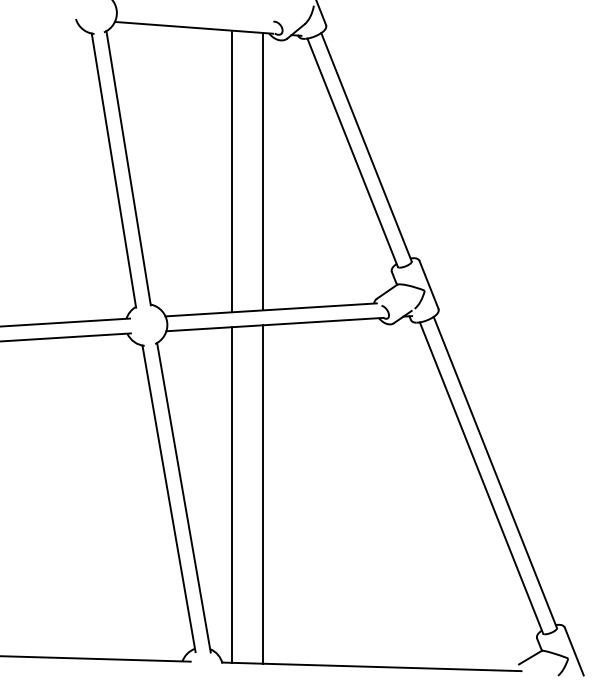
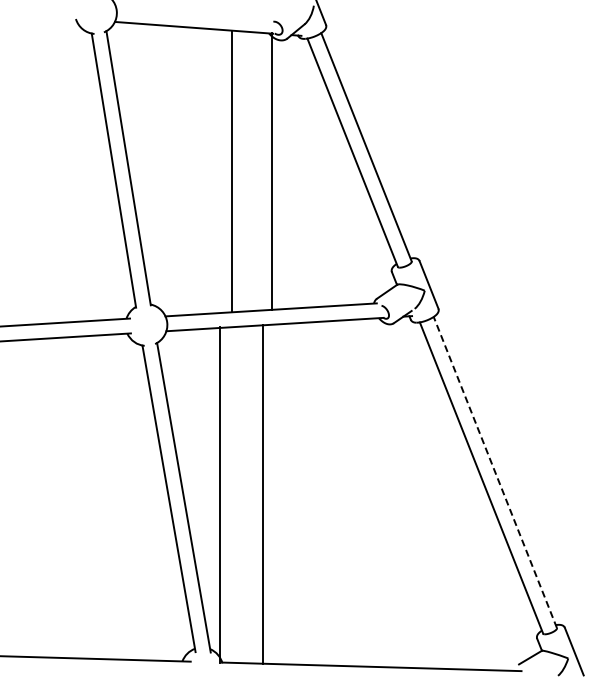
line at (262, 171) position: (262, 171) -> (271, 171)
line at (495, 472): solid -> dashed
line at (231, 494) position: (231, 494) -> (219, 494)
